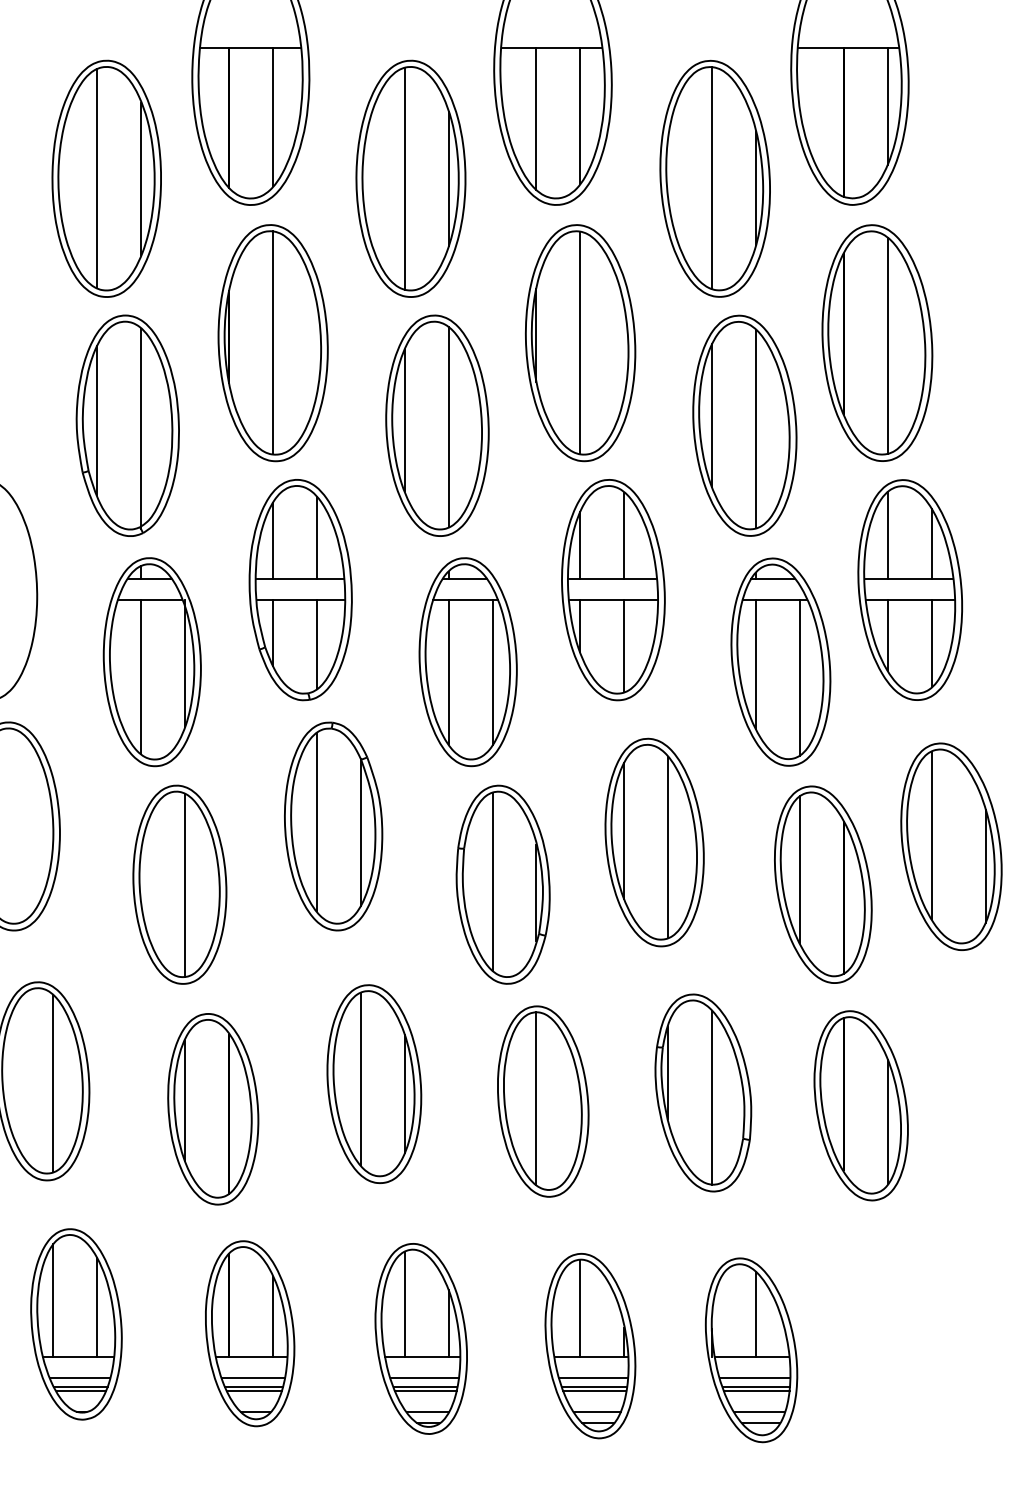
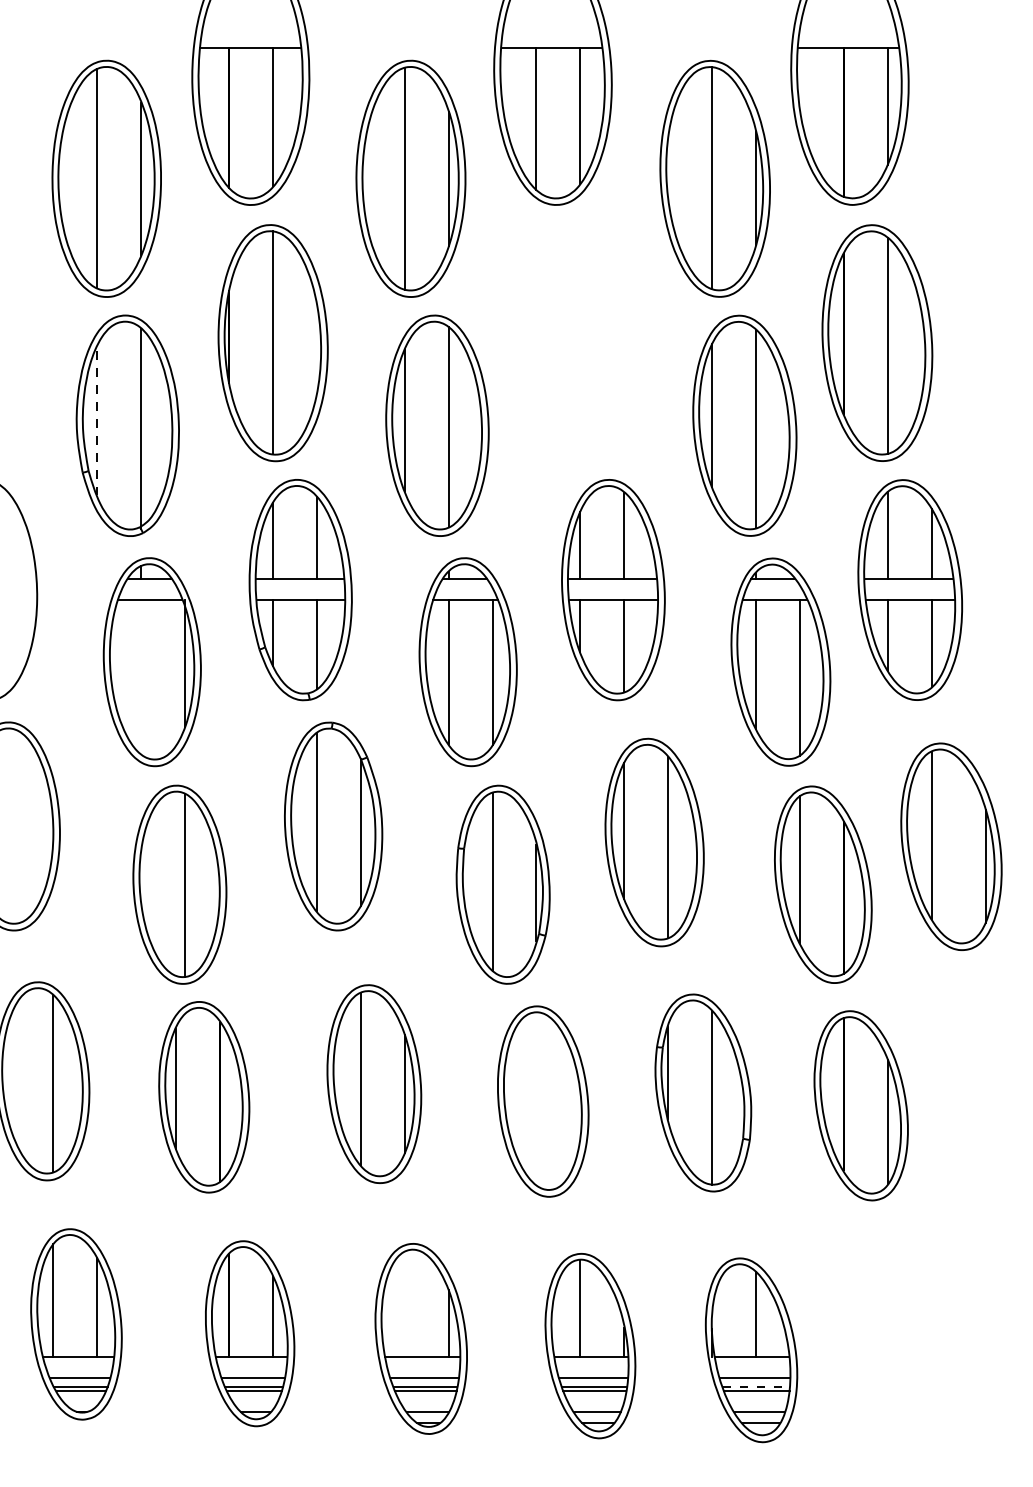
part at (580, 343): present -> none
line at (97, 420): solid -> dashed
line at (141, 677): present -> none
line at (536, 1098): present -> none
part at (213, 1109) position: (213, 1109) -> (204, 1097)
line at (404, 1303): present -> none
line at (756, 1386): solid -> dashed
